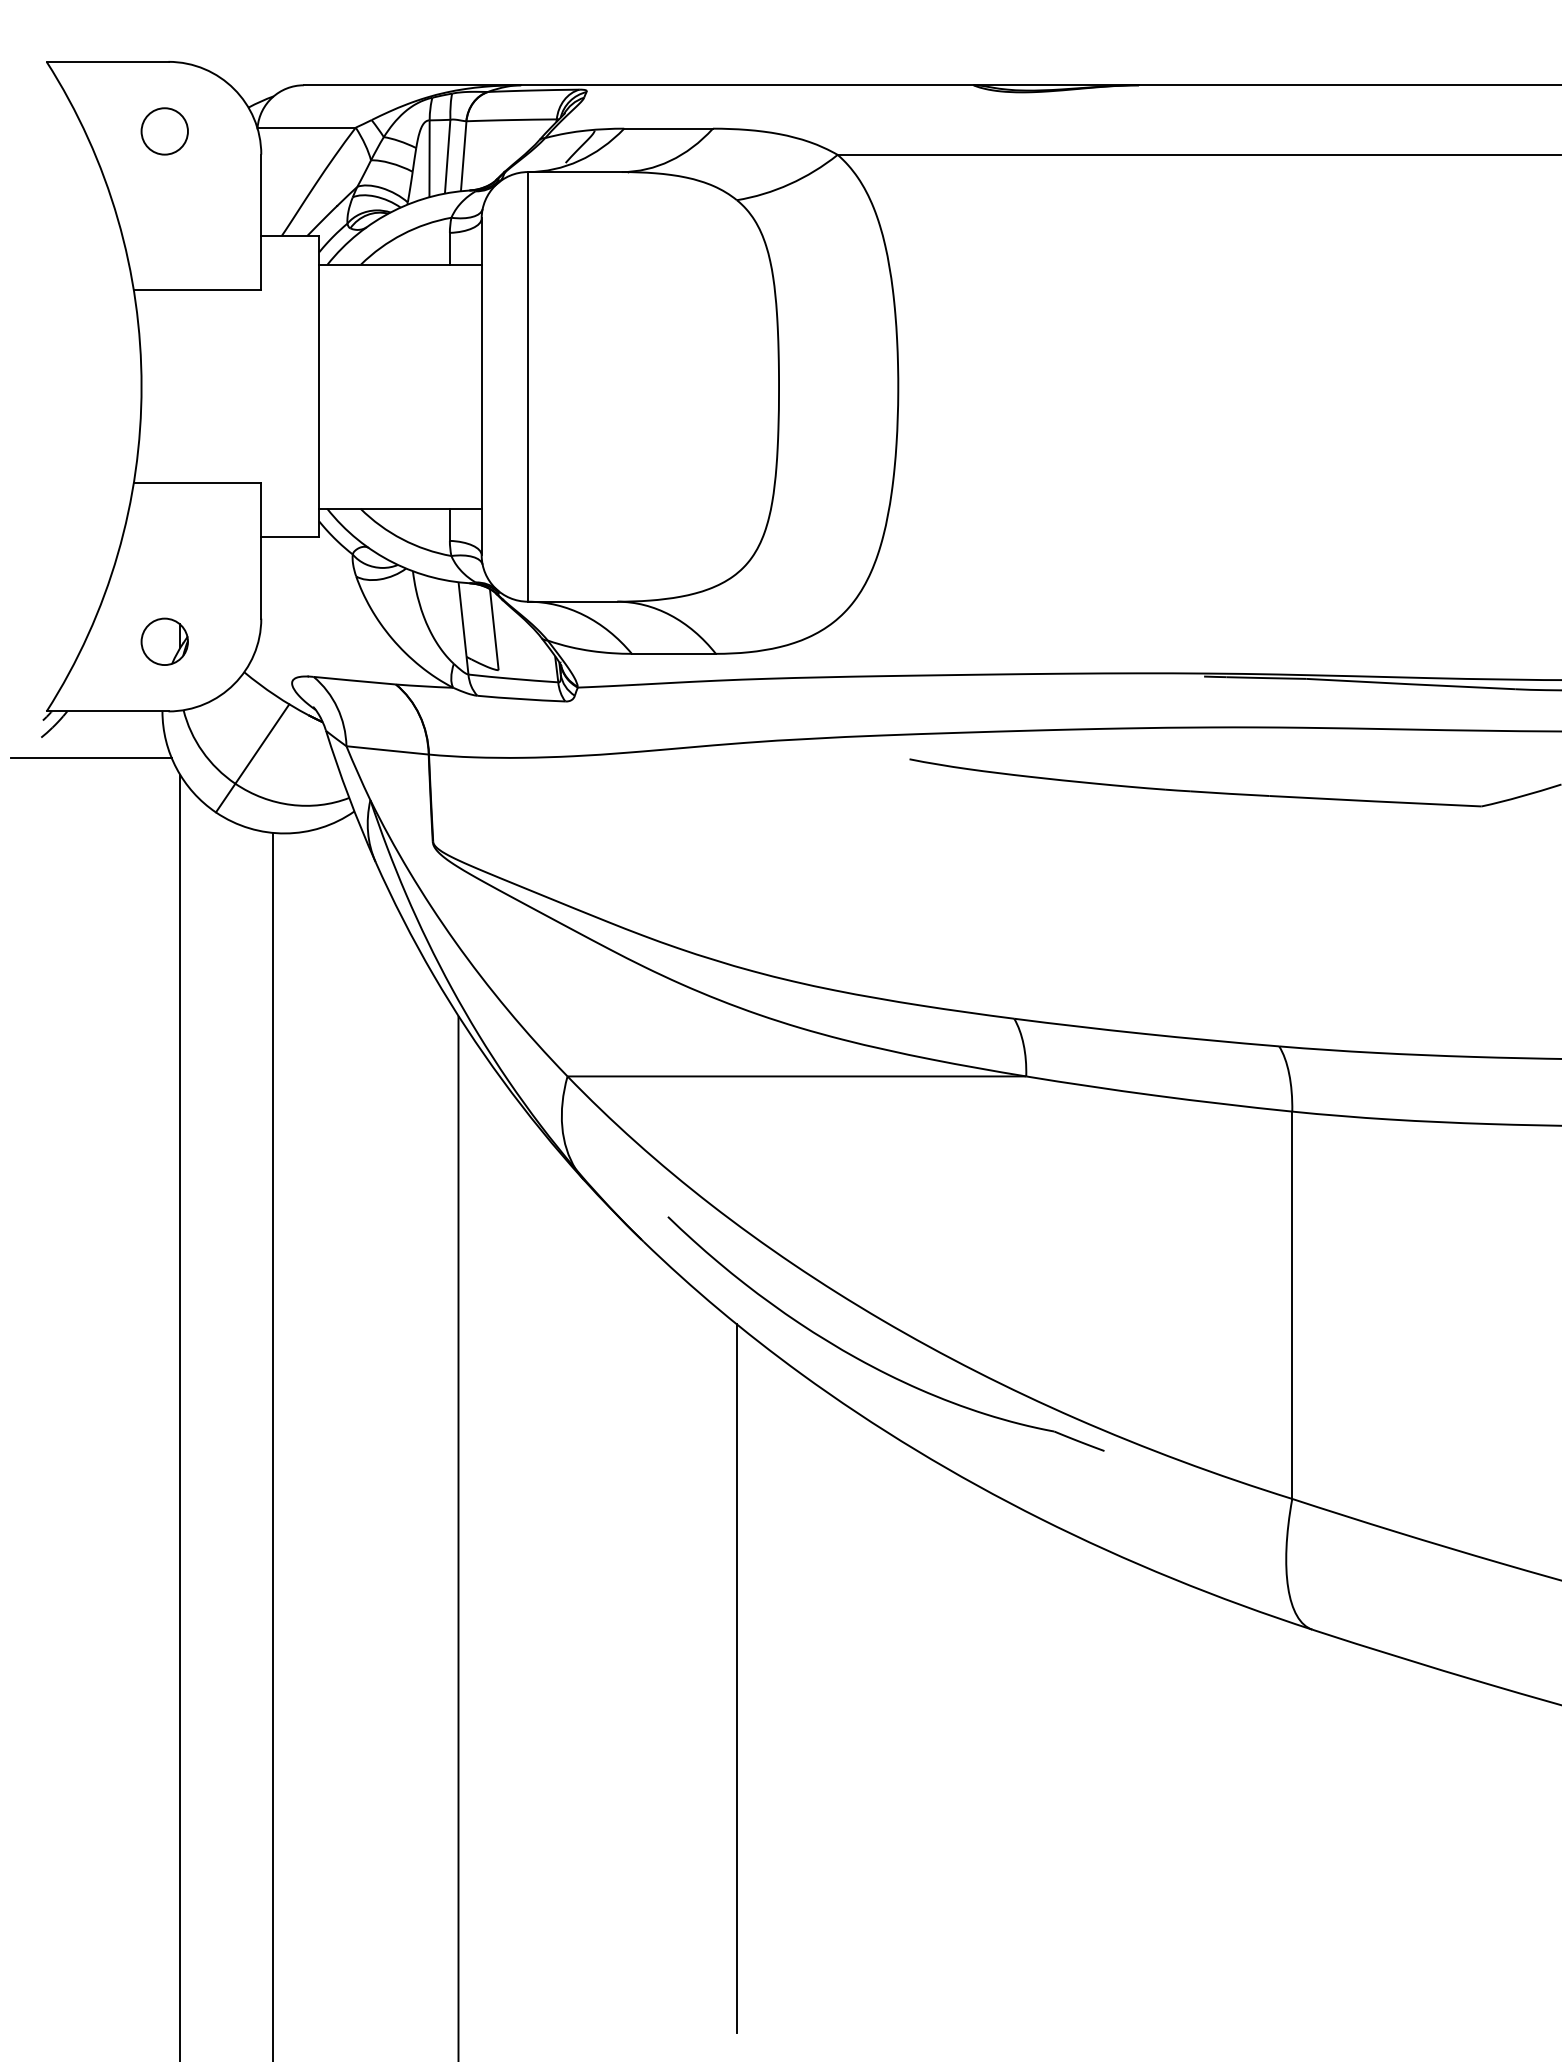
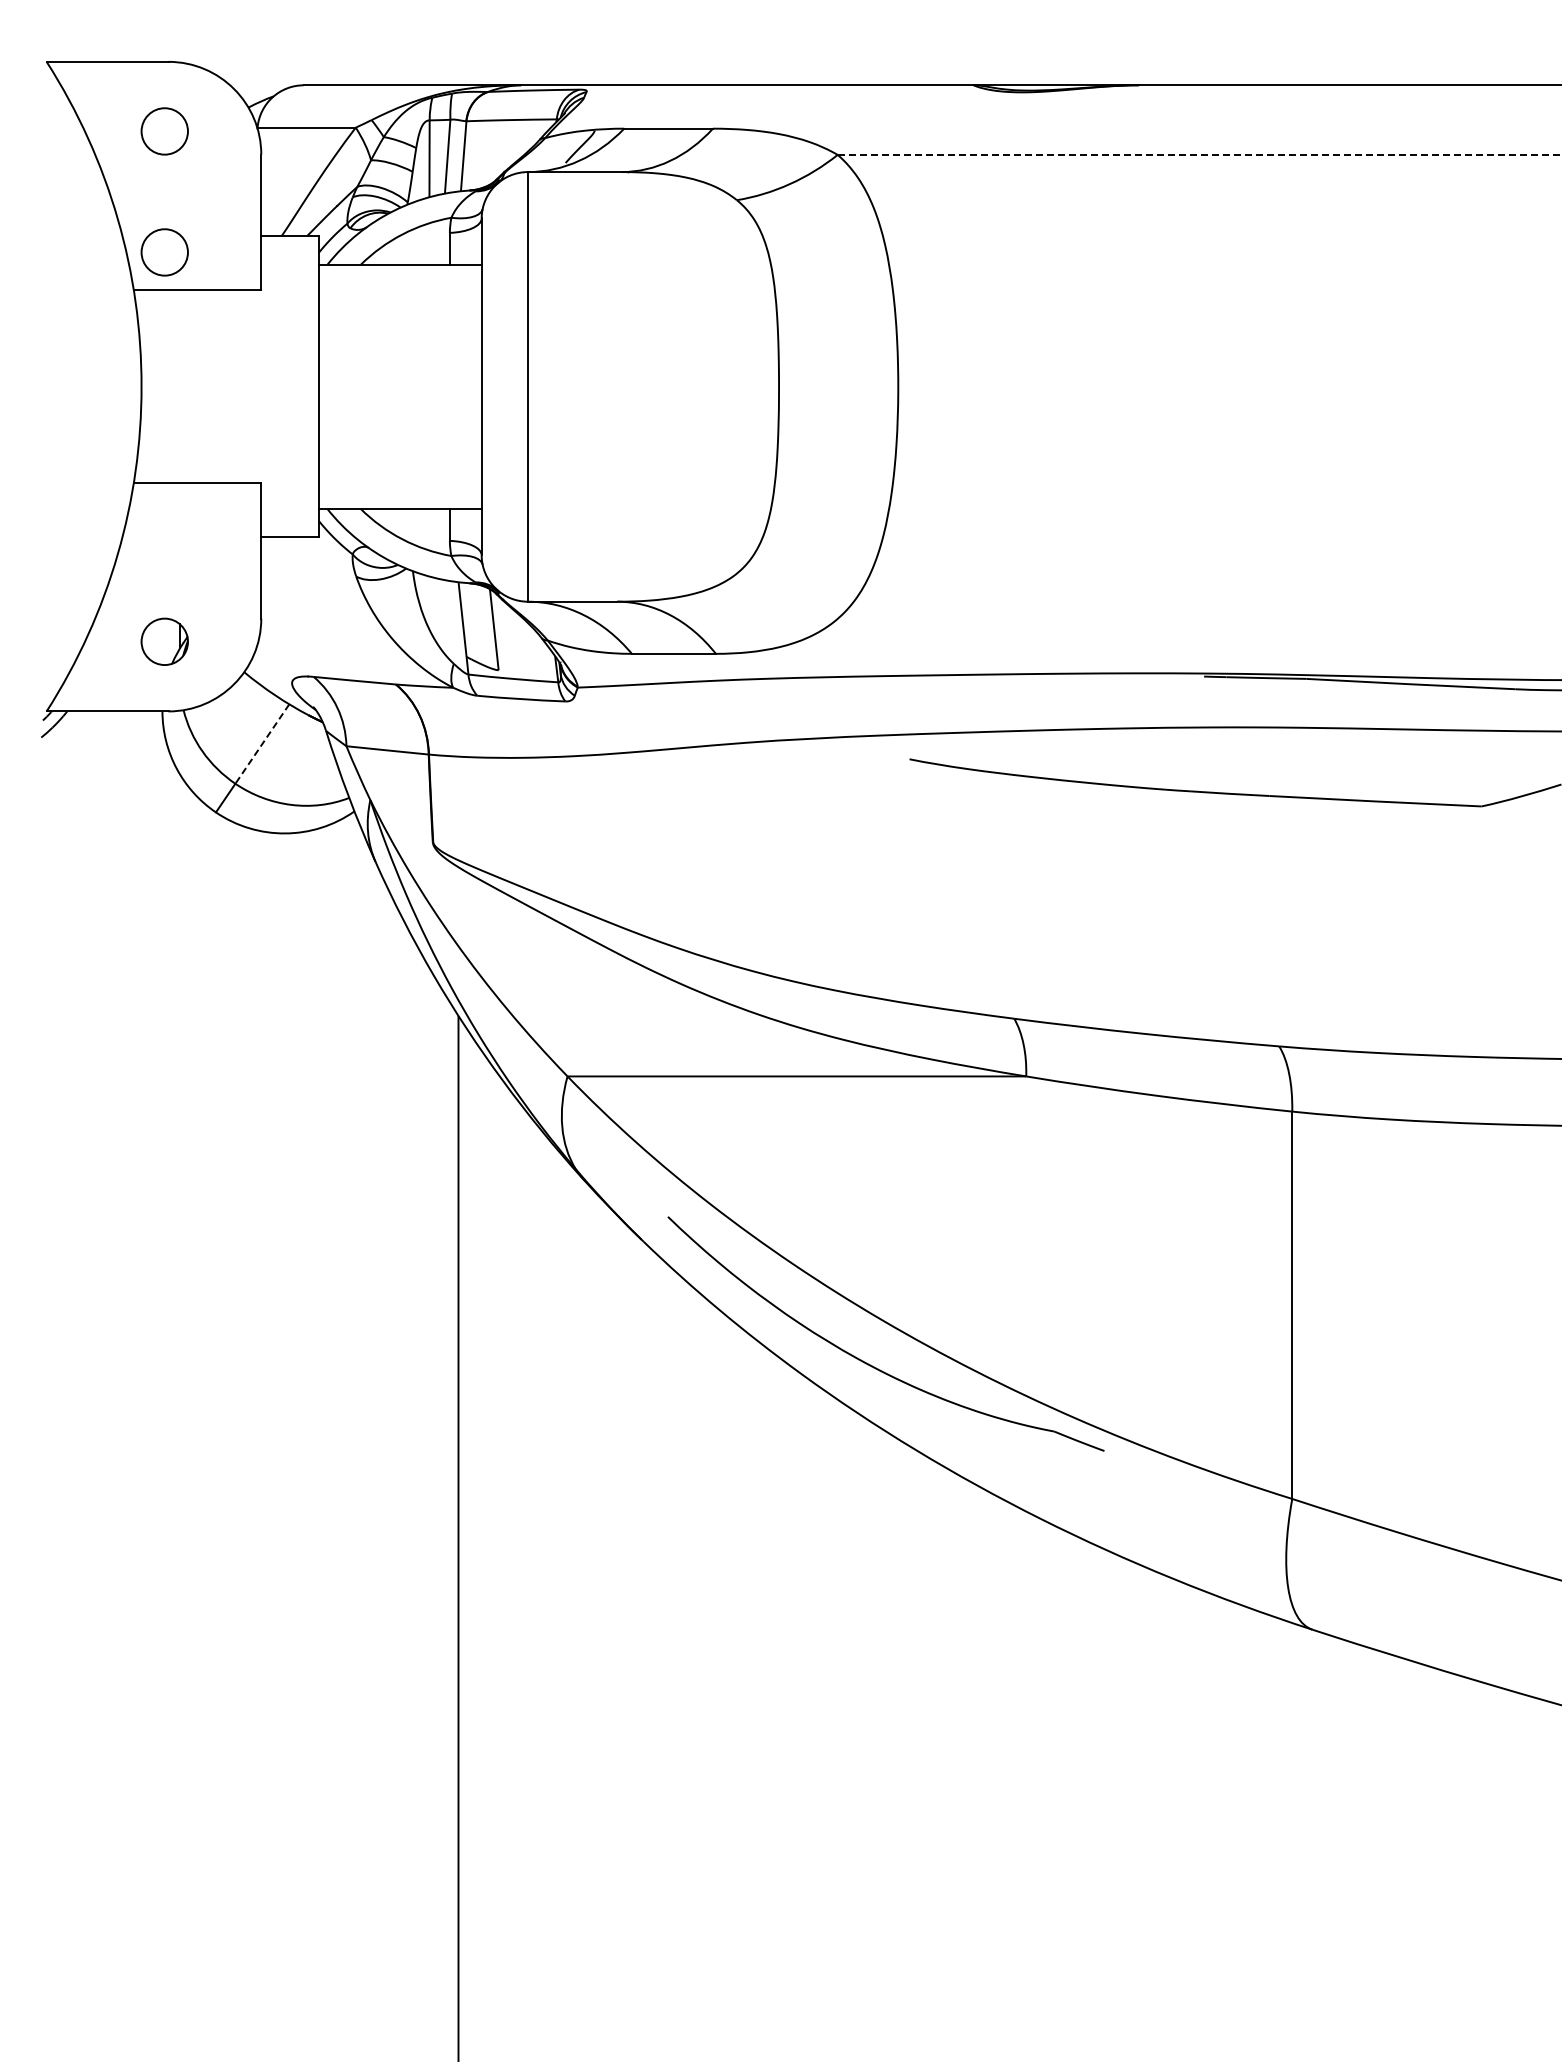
line at (1199, 154): solid -> dashed
circle at (164, 252): none -> present
line at (262, 744): solid -> dashed
line at (90, 757): present -> none
line at (180, 1416): present -> none
line at (272, 1445): present -> none
line at (736, 1678): present -> none
